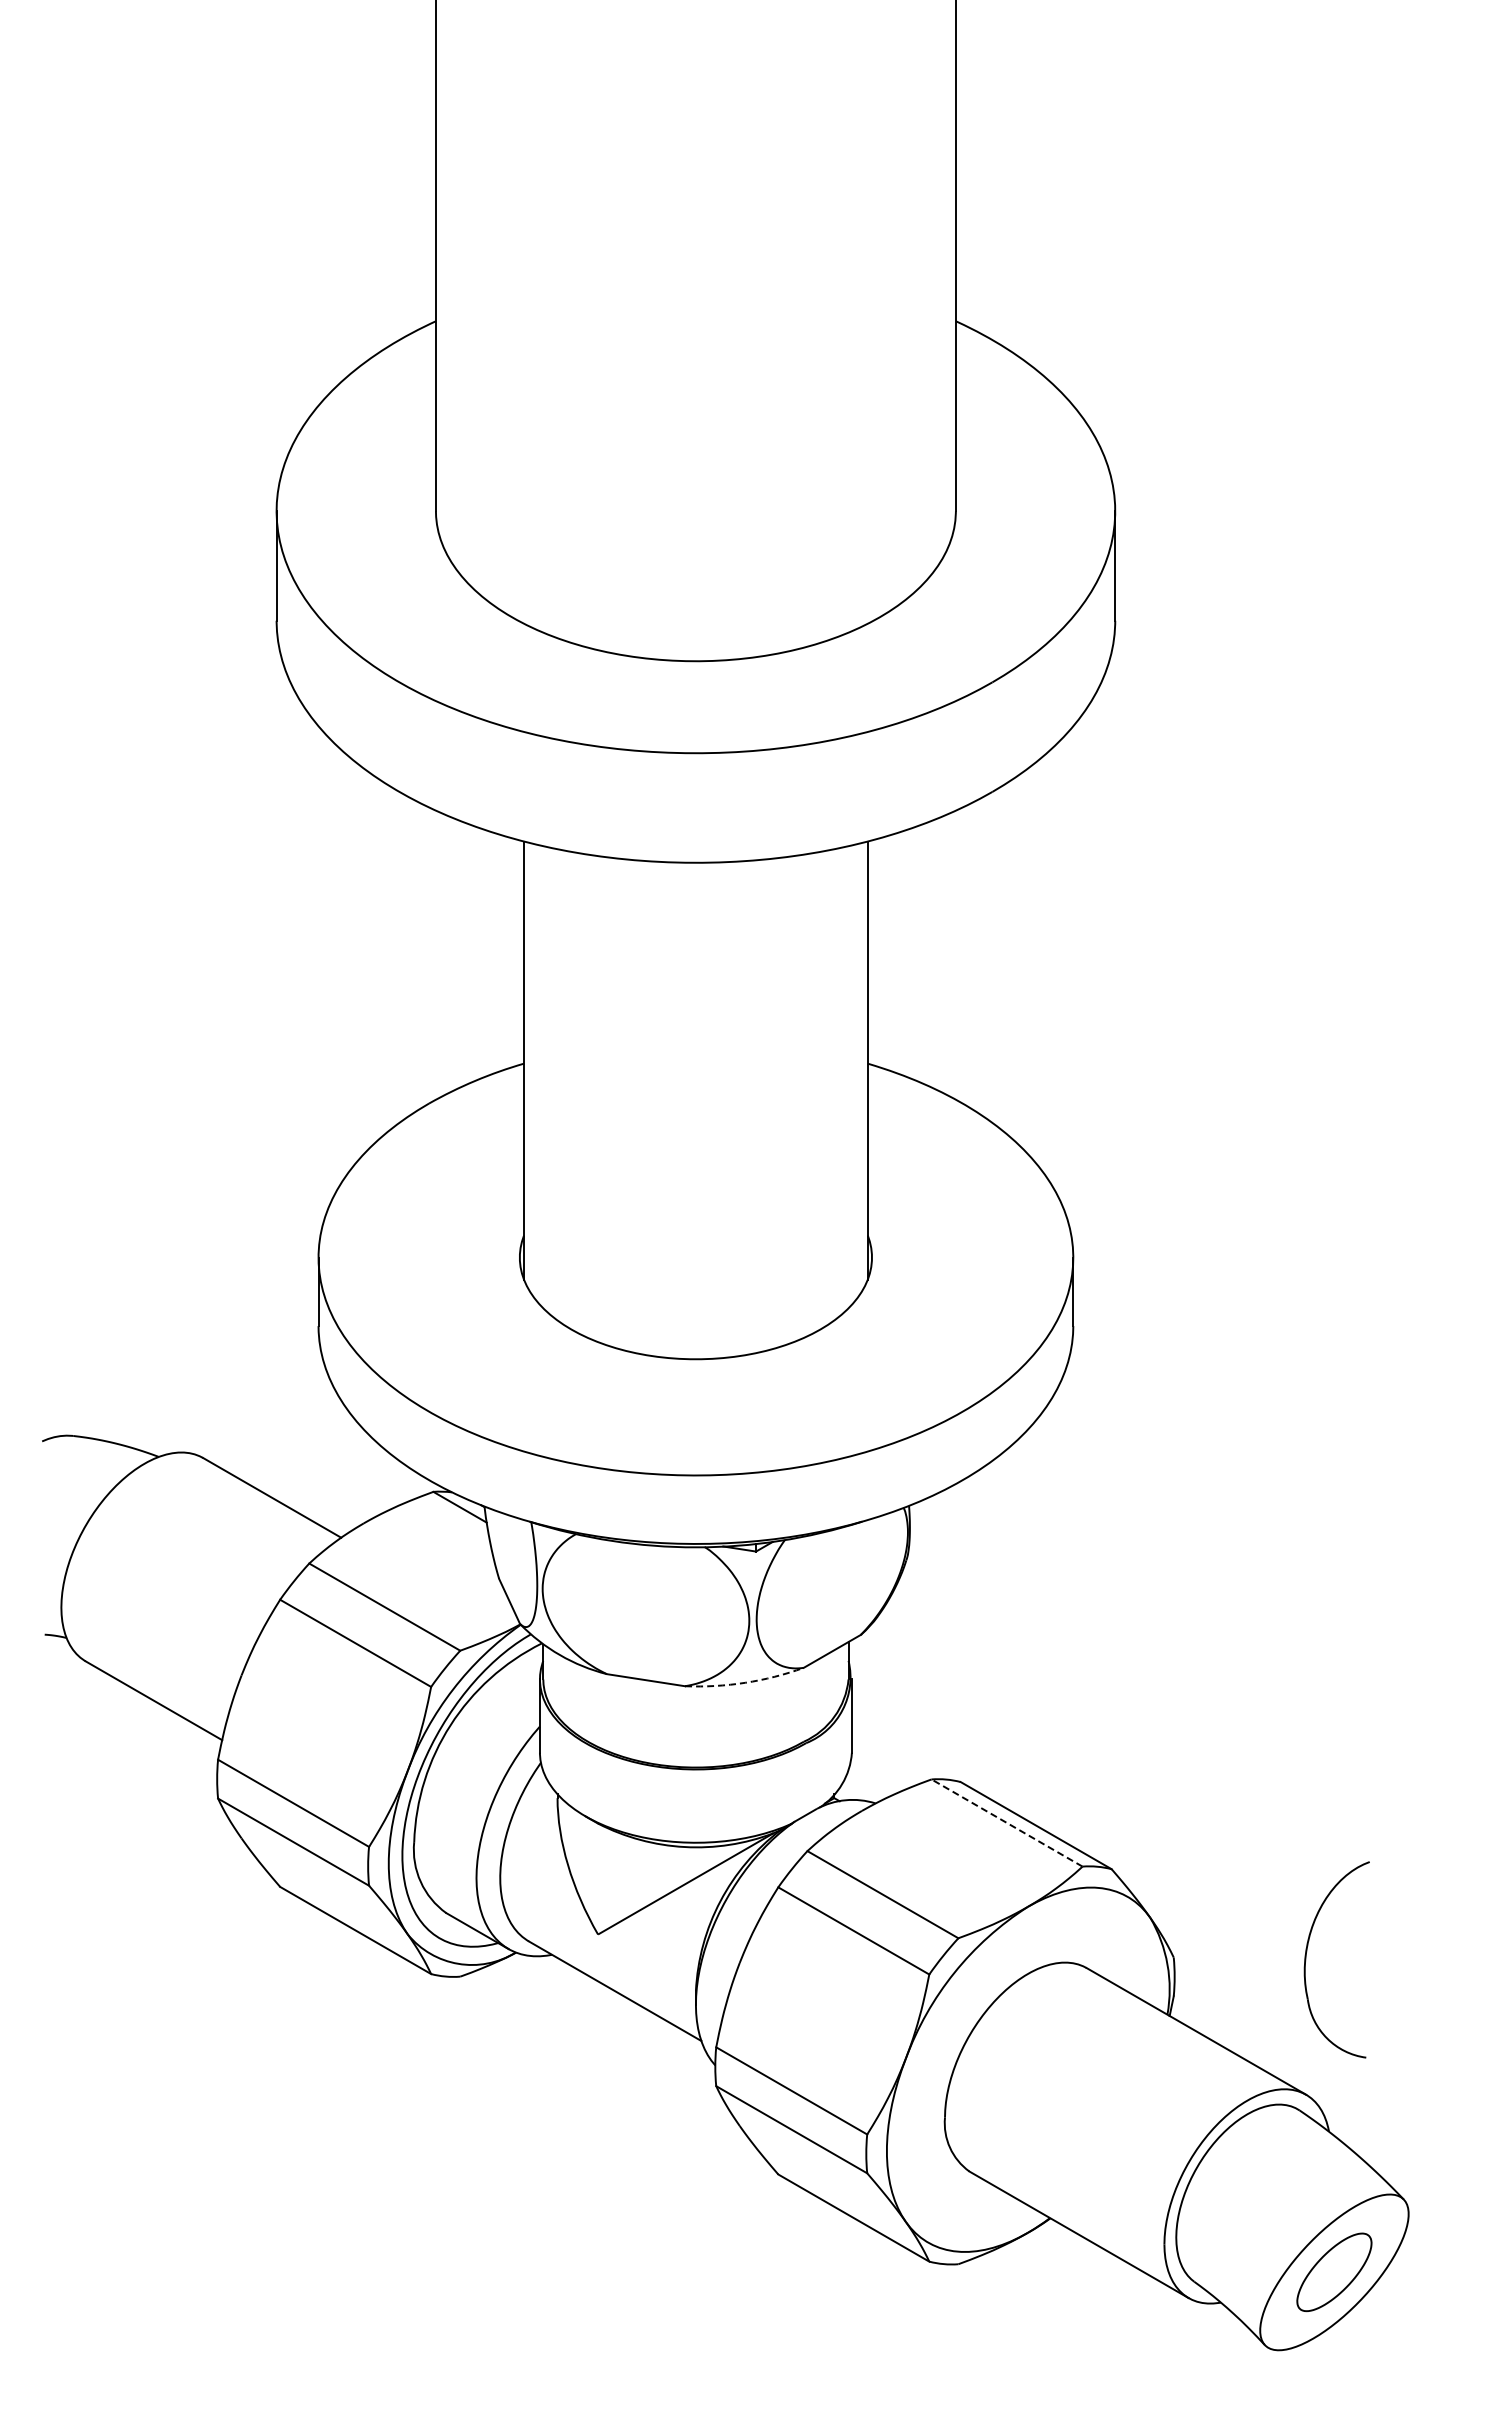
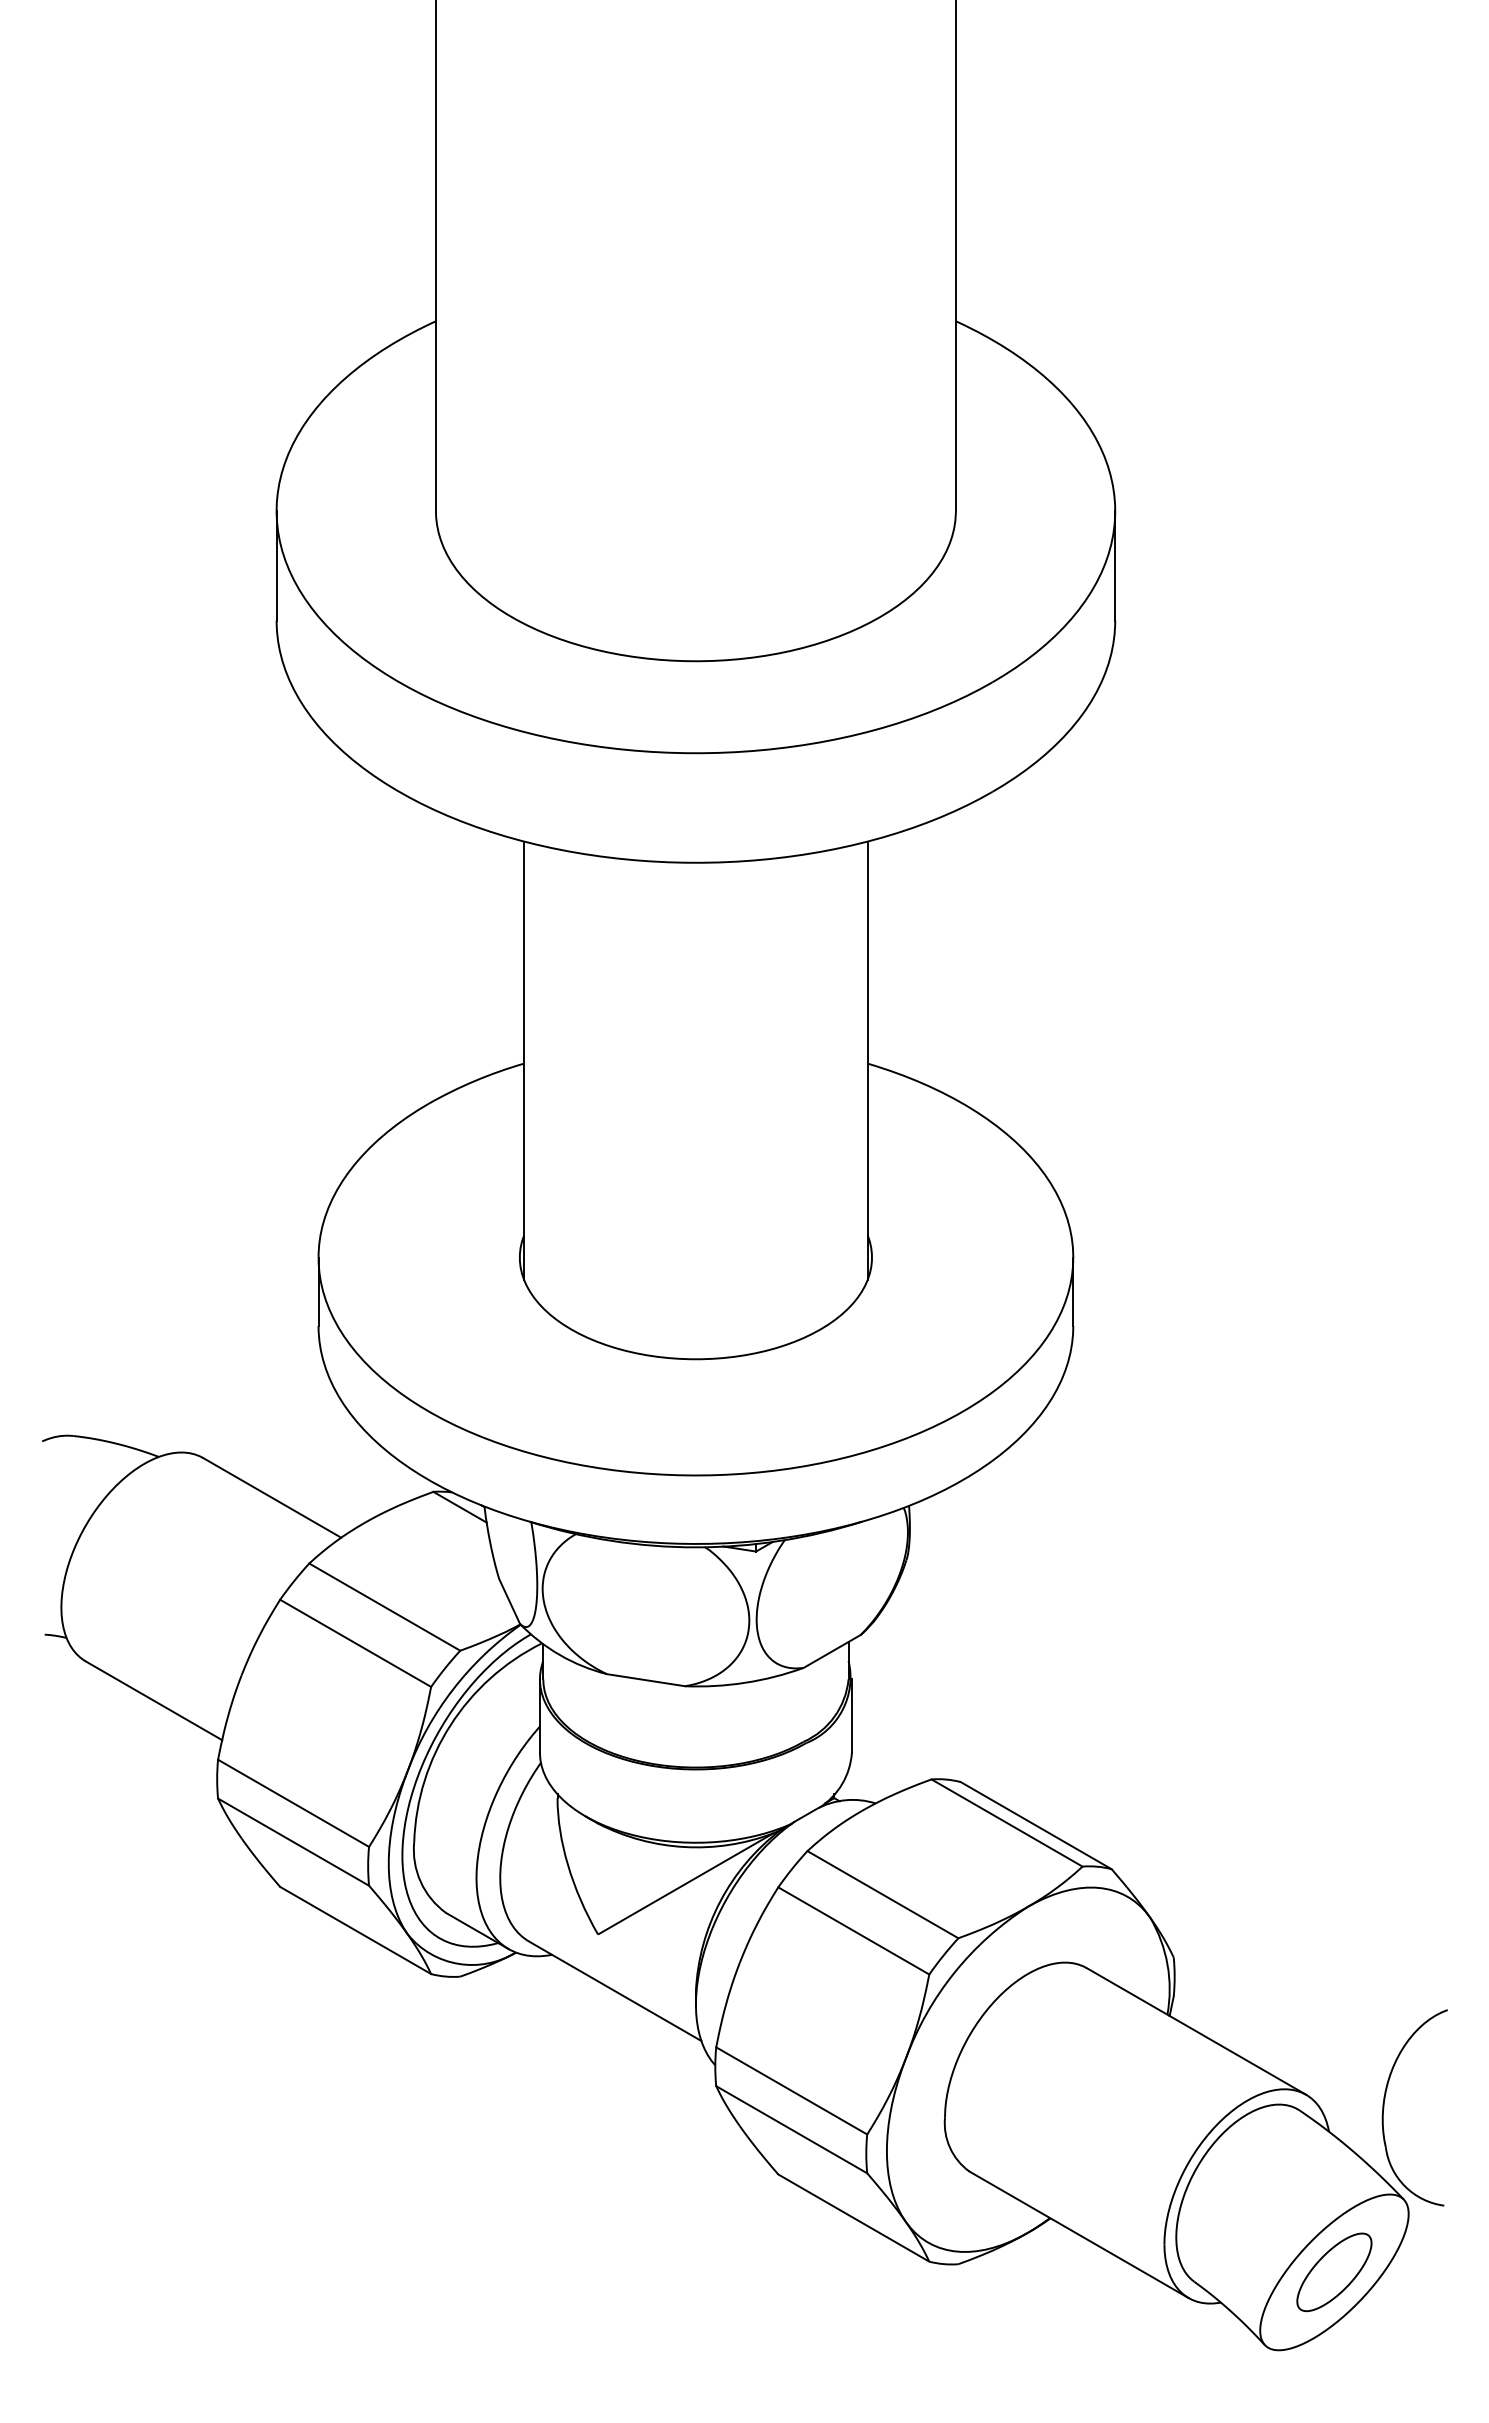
arc at (745, 1682): dashed -> solid
line at (1006, 1822): dashed -> solid
part at (1306, 1959) position: (1306, 1959) -> (1384, 2107)
